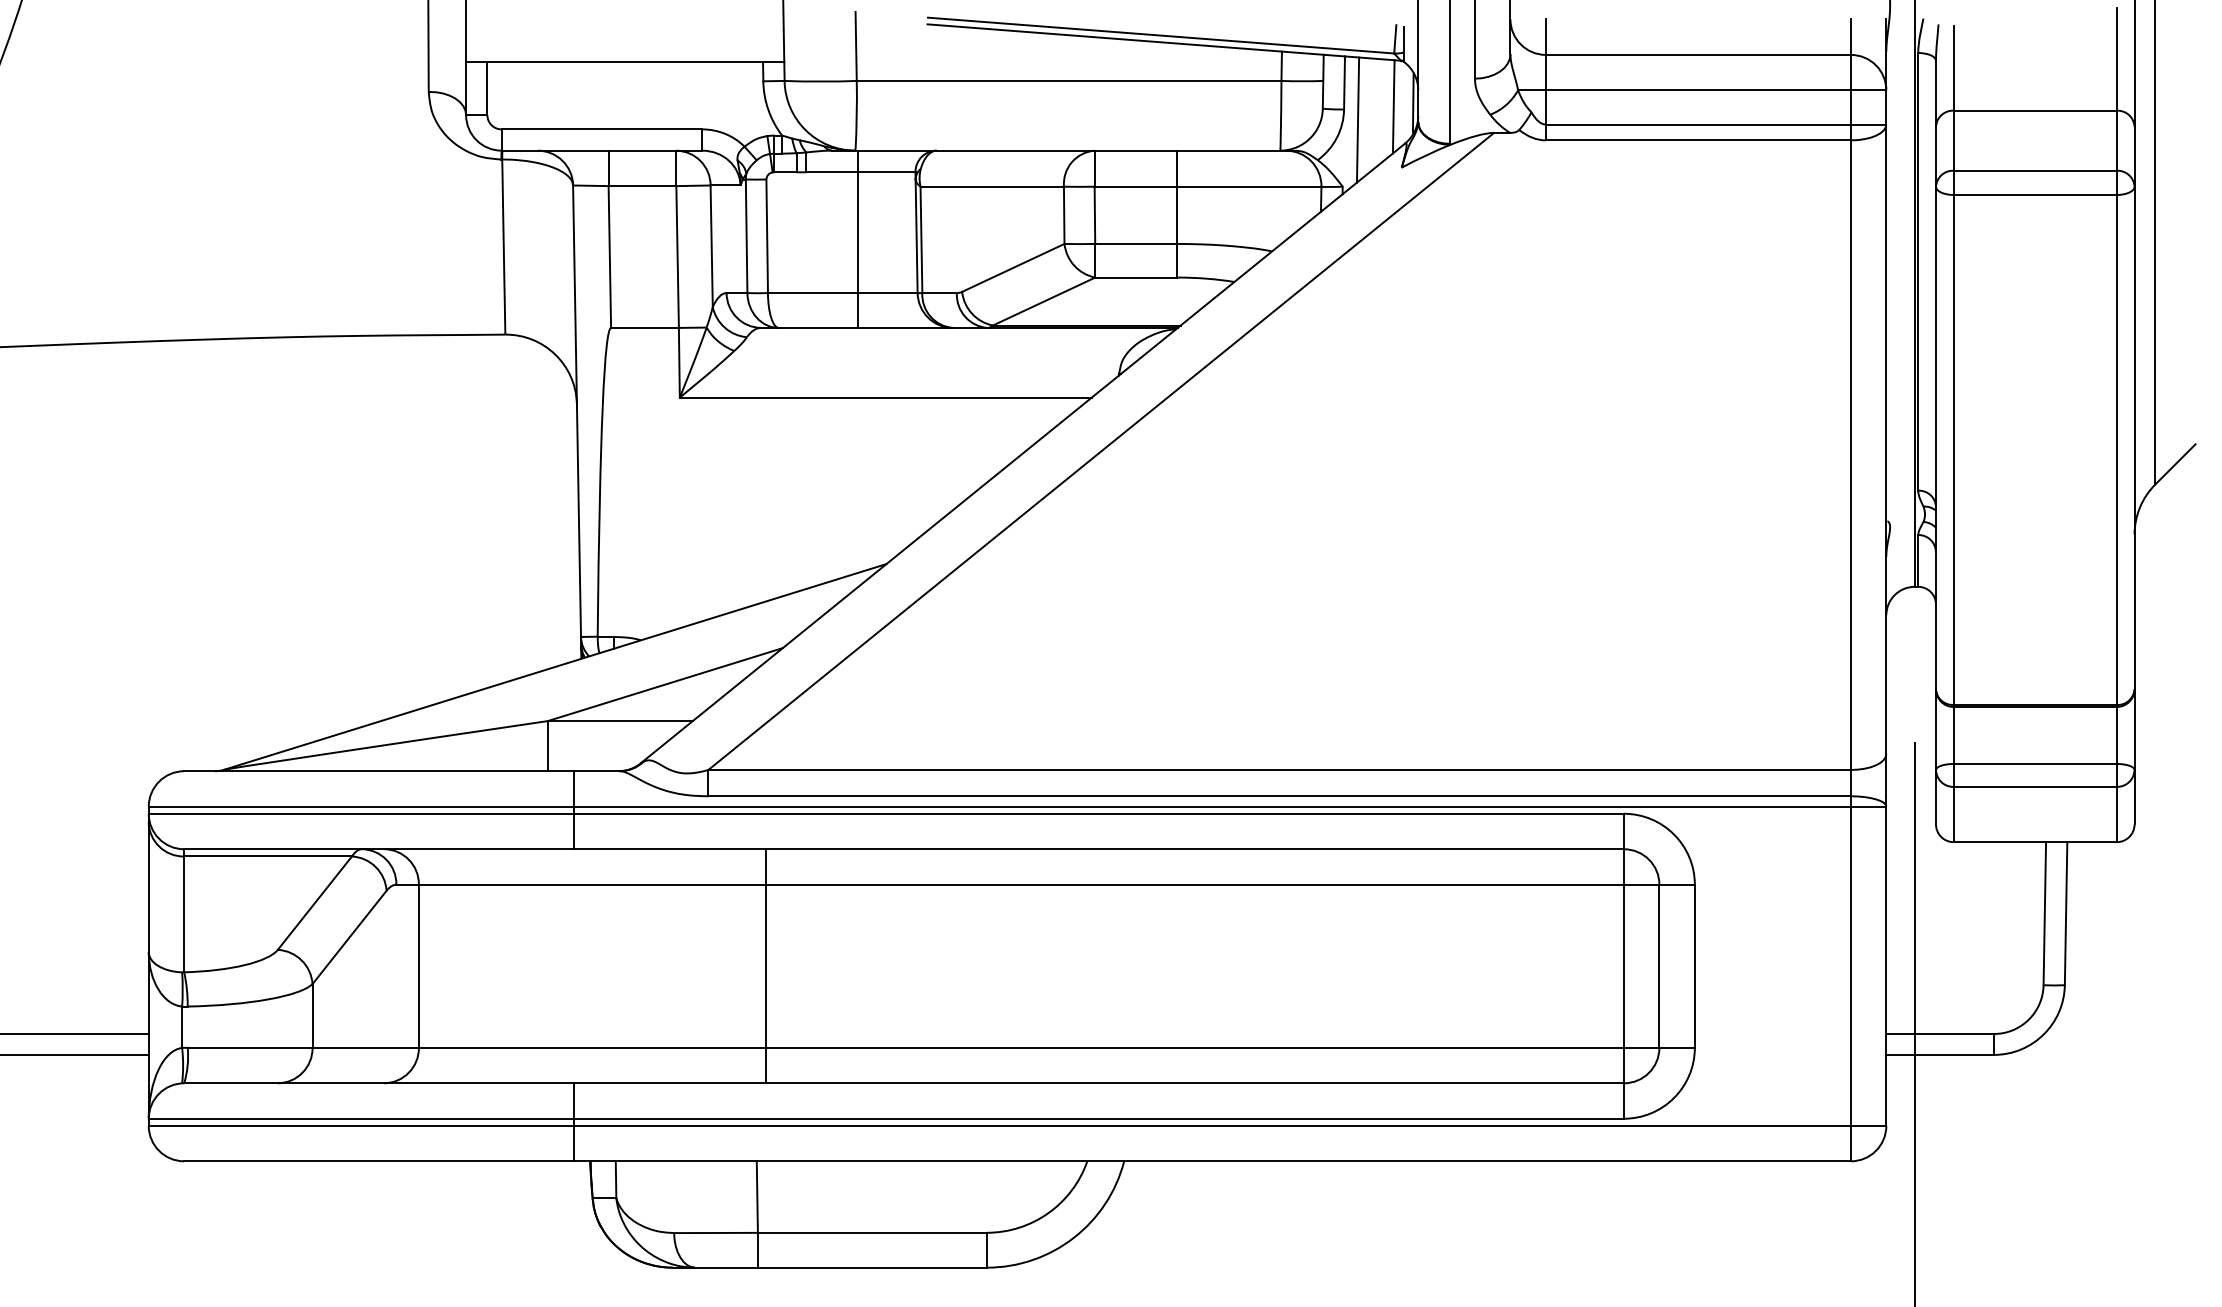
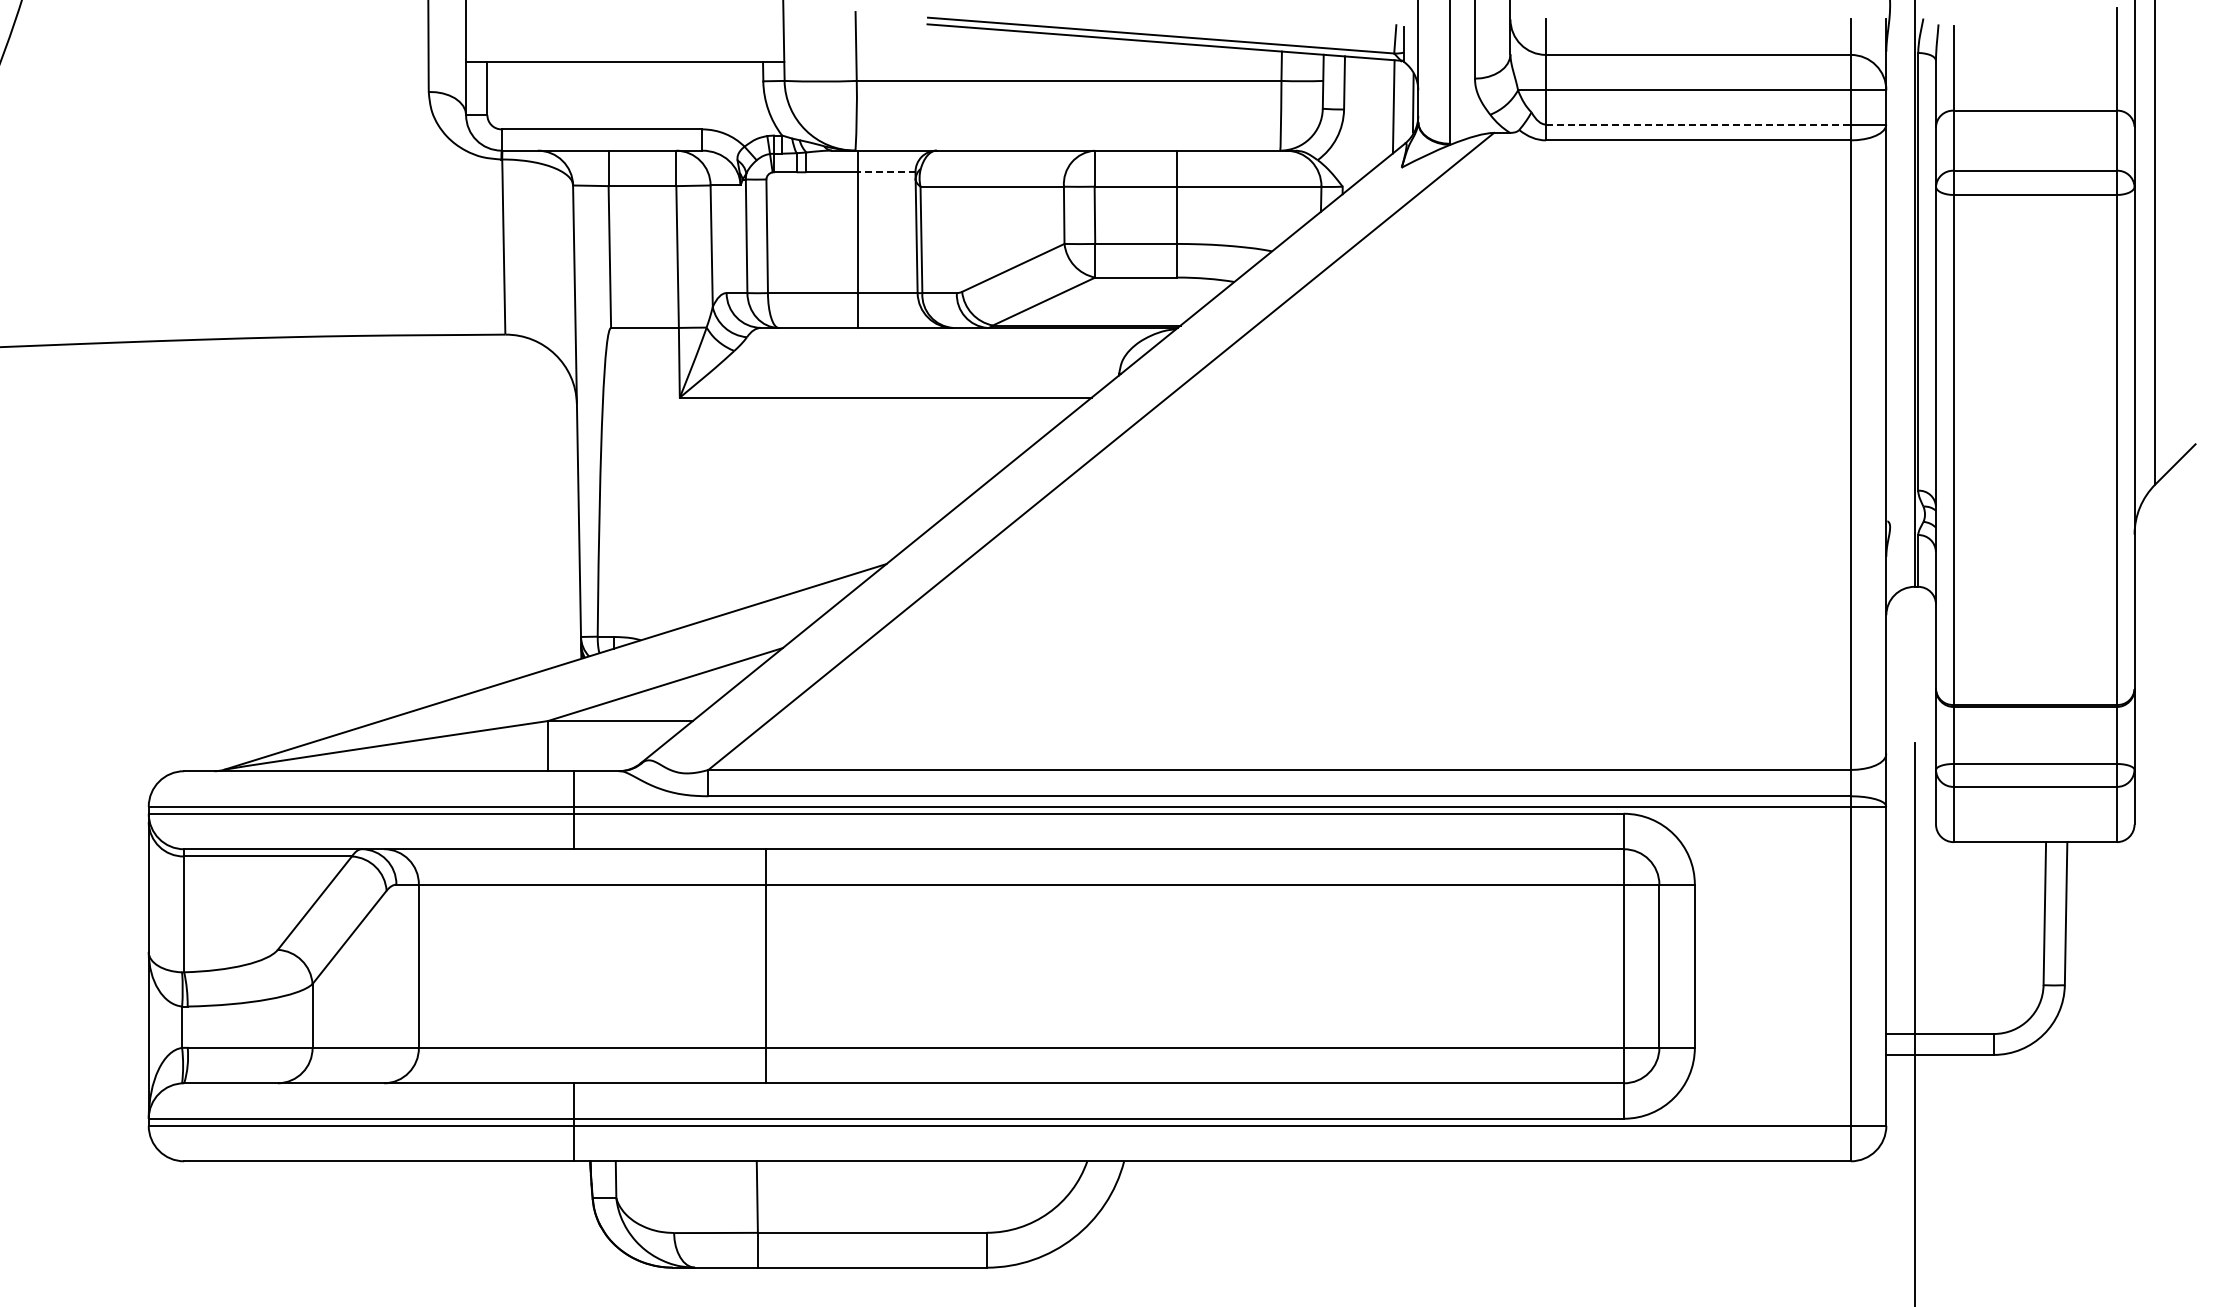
line at (1357, 119): present -> none
line at (1698, 124): solid -> dashed
line at (886, 172): solid -> dashed
line at (75, 1034): present -> none
line at (75, 1054): present -> none
